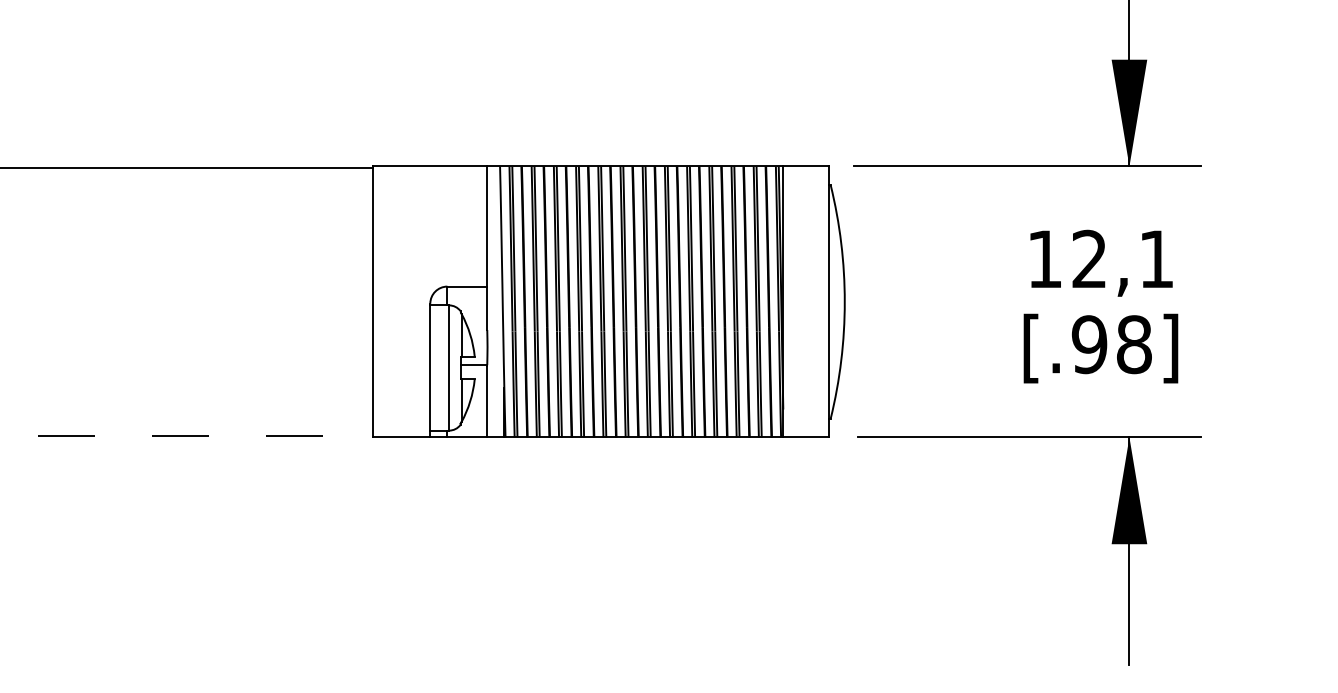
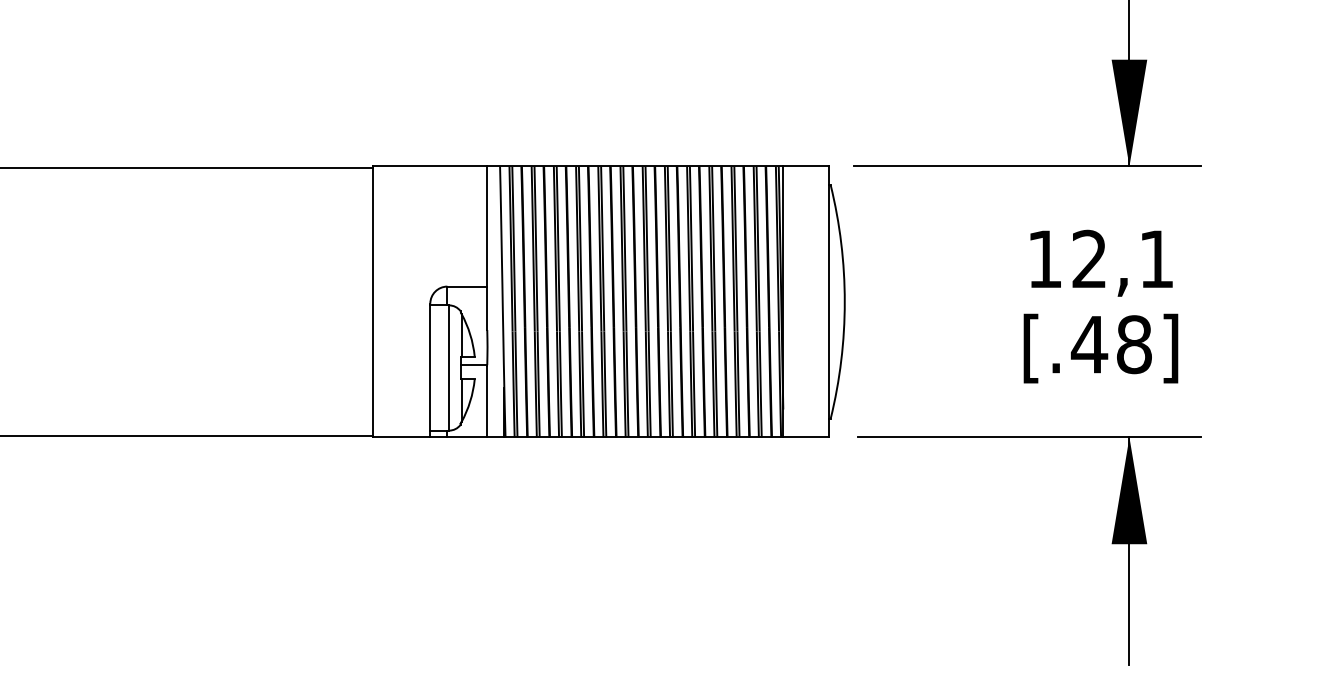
text at (1089, 344): [.98] -> [.48]
line at (187, 436): dashed -> solid
